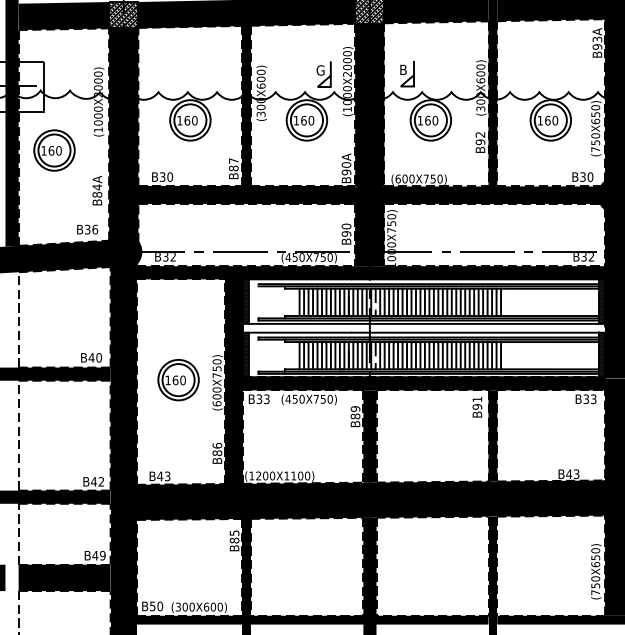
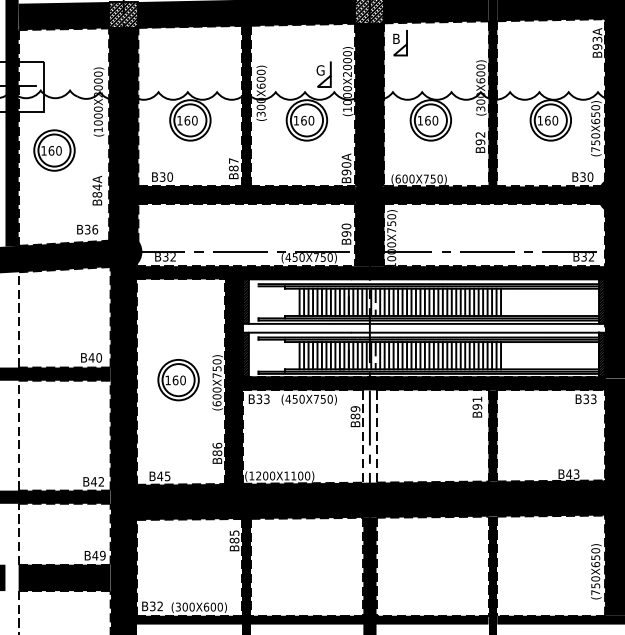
part at (407, 74) position: (407, 74) -> (400, 43)
fill at (369, 436): present -> none
text at (167, 475): B43 -> B45
text at (156, 606): B50 -> B32
